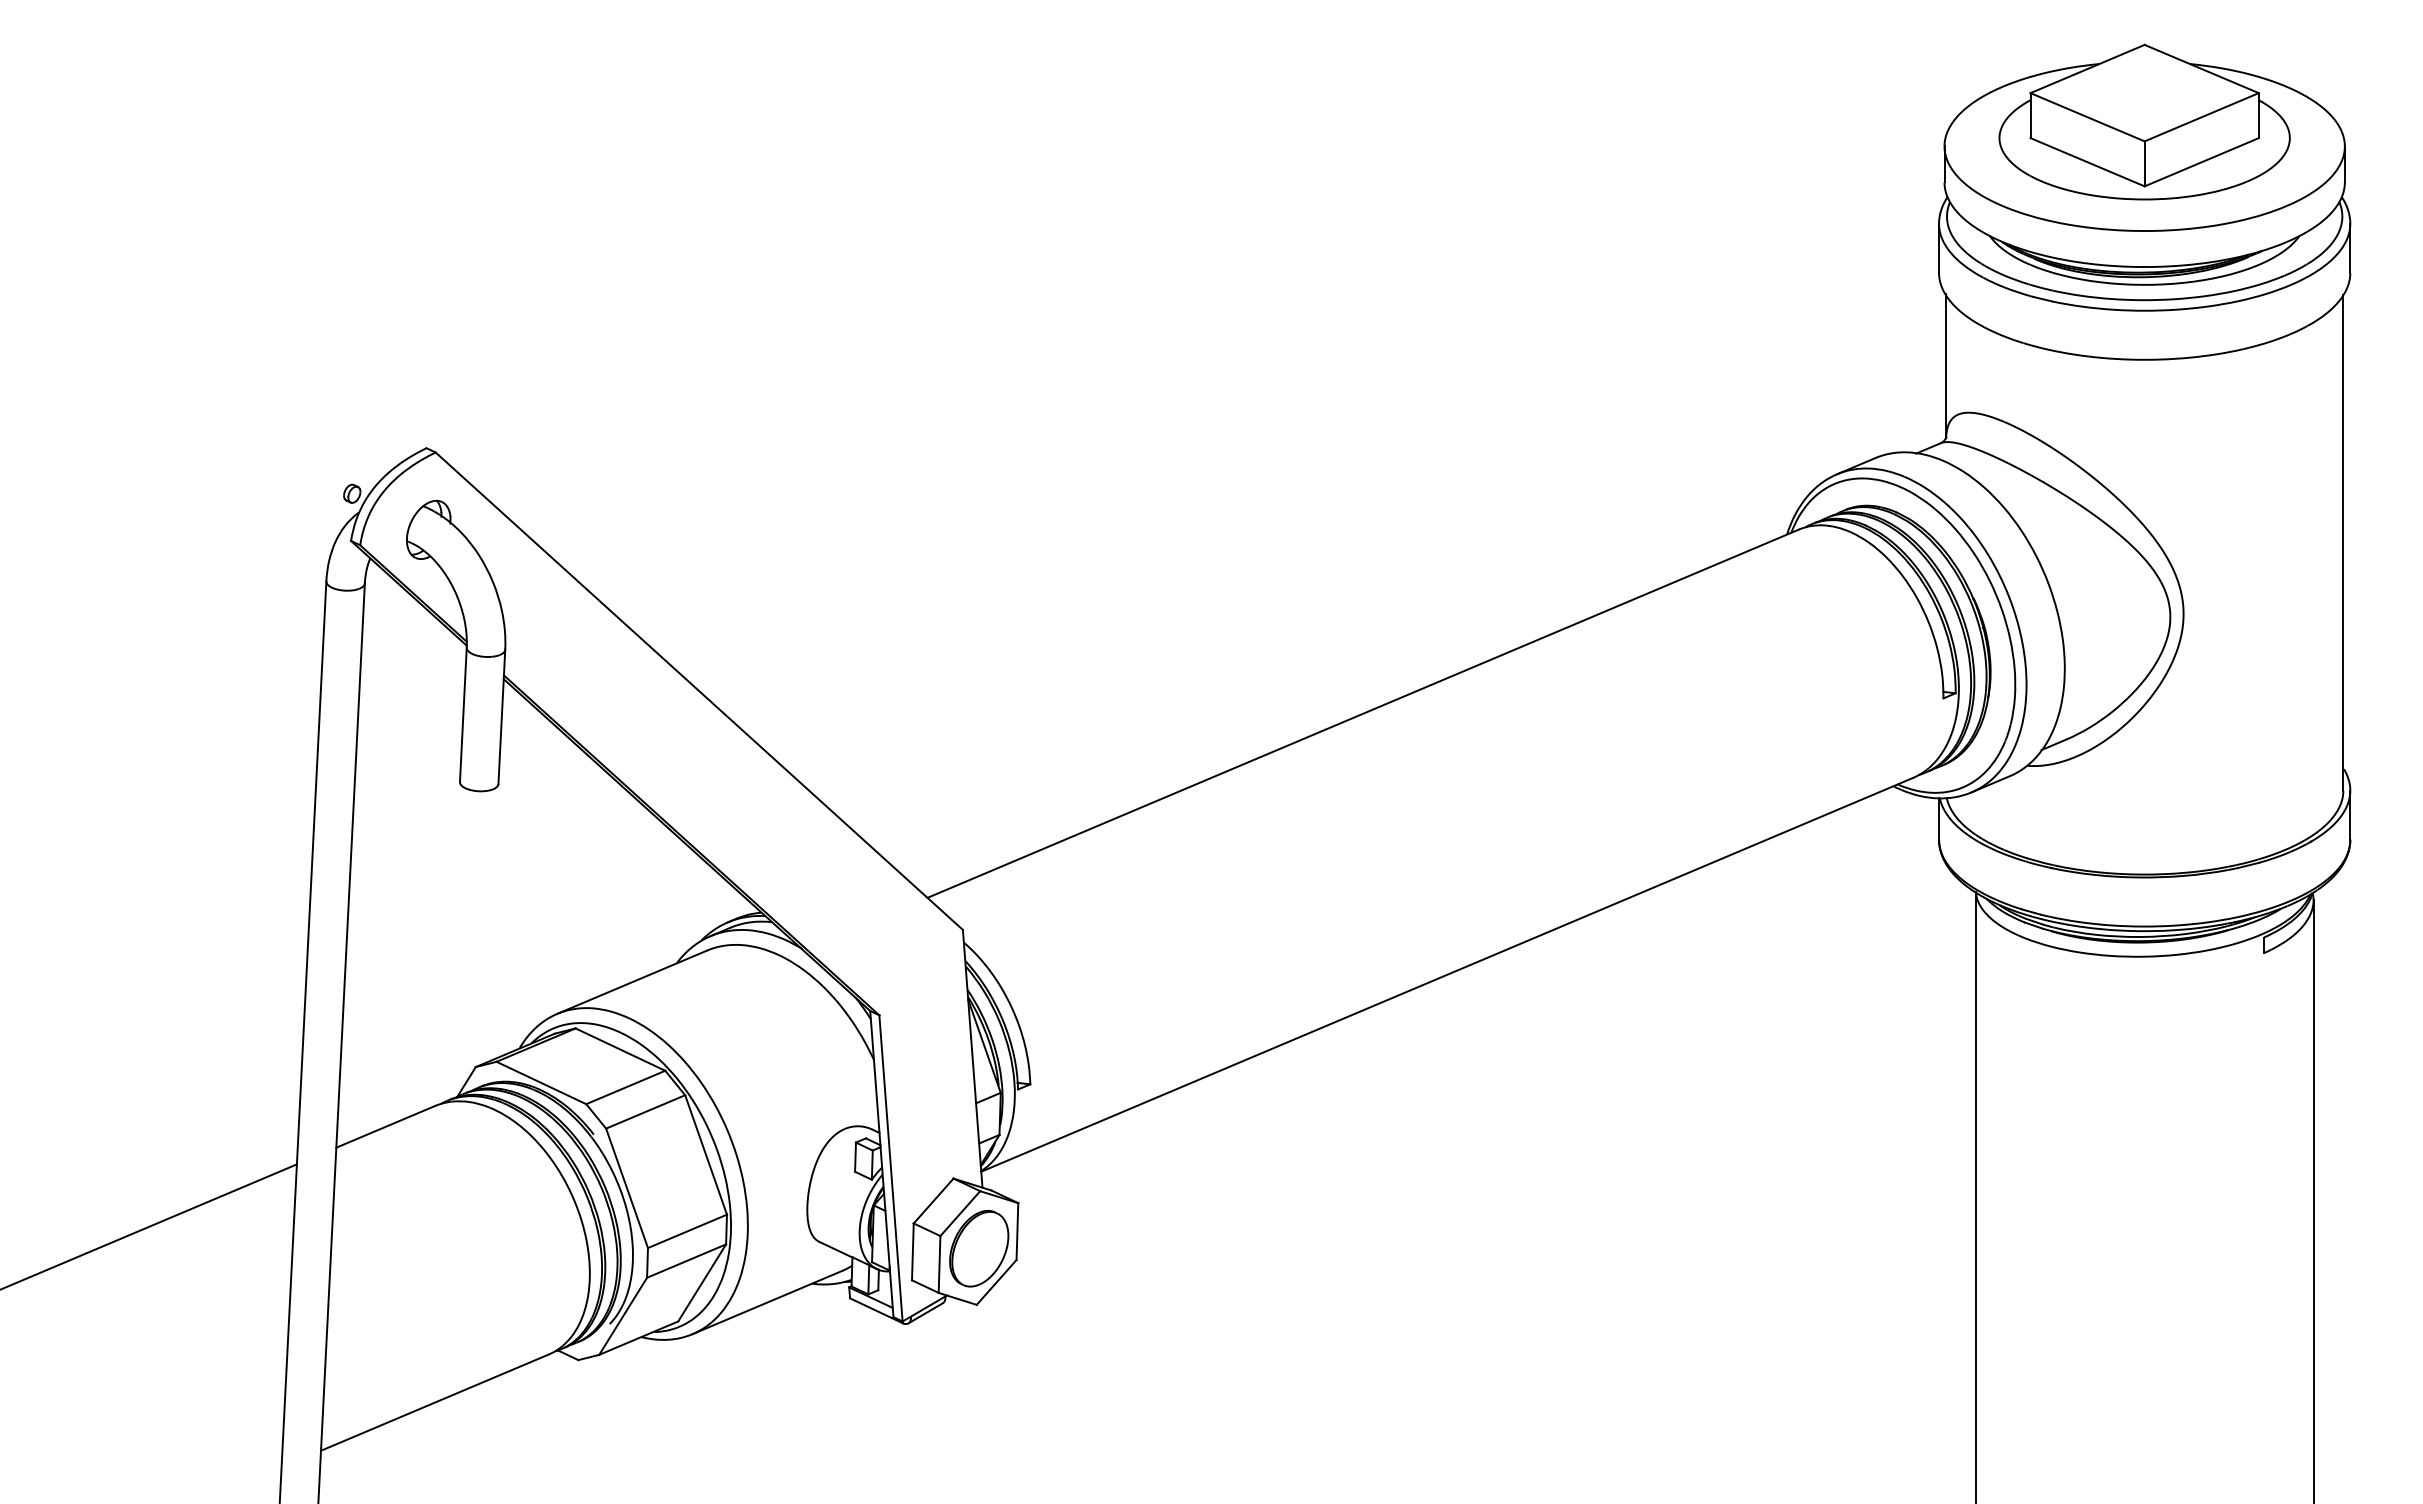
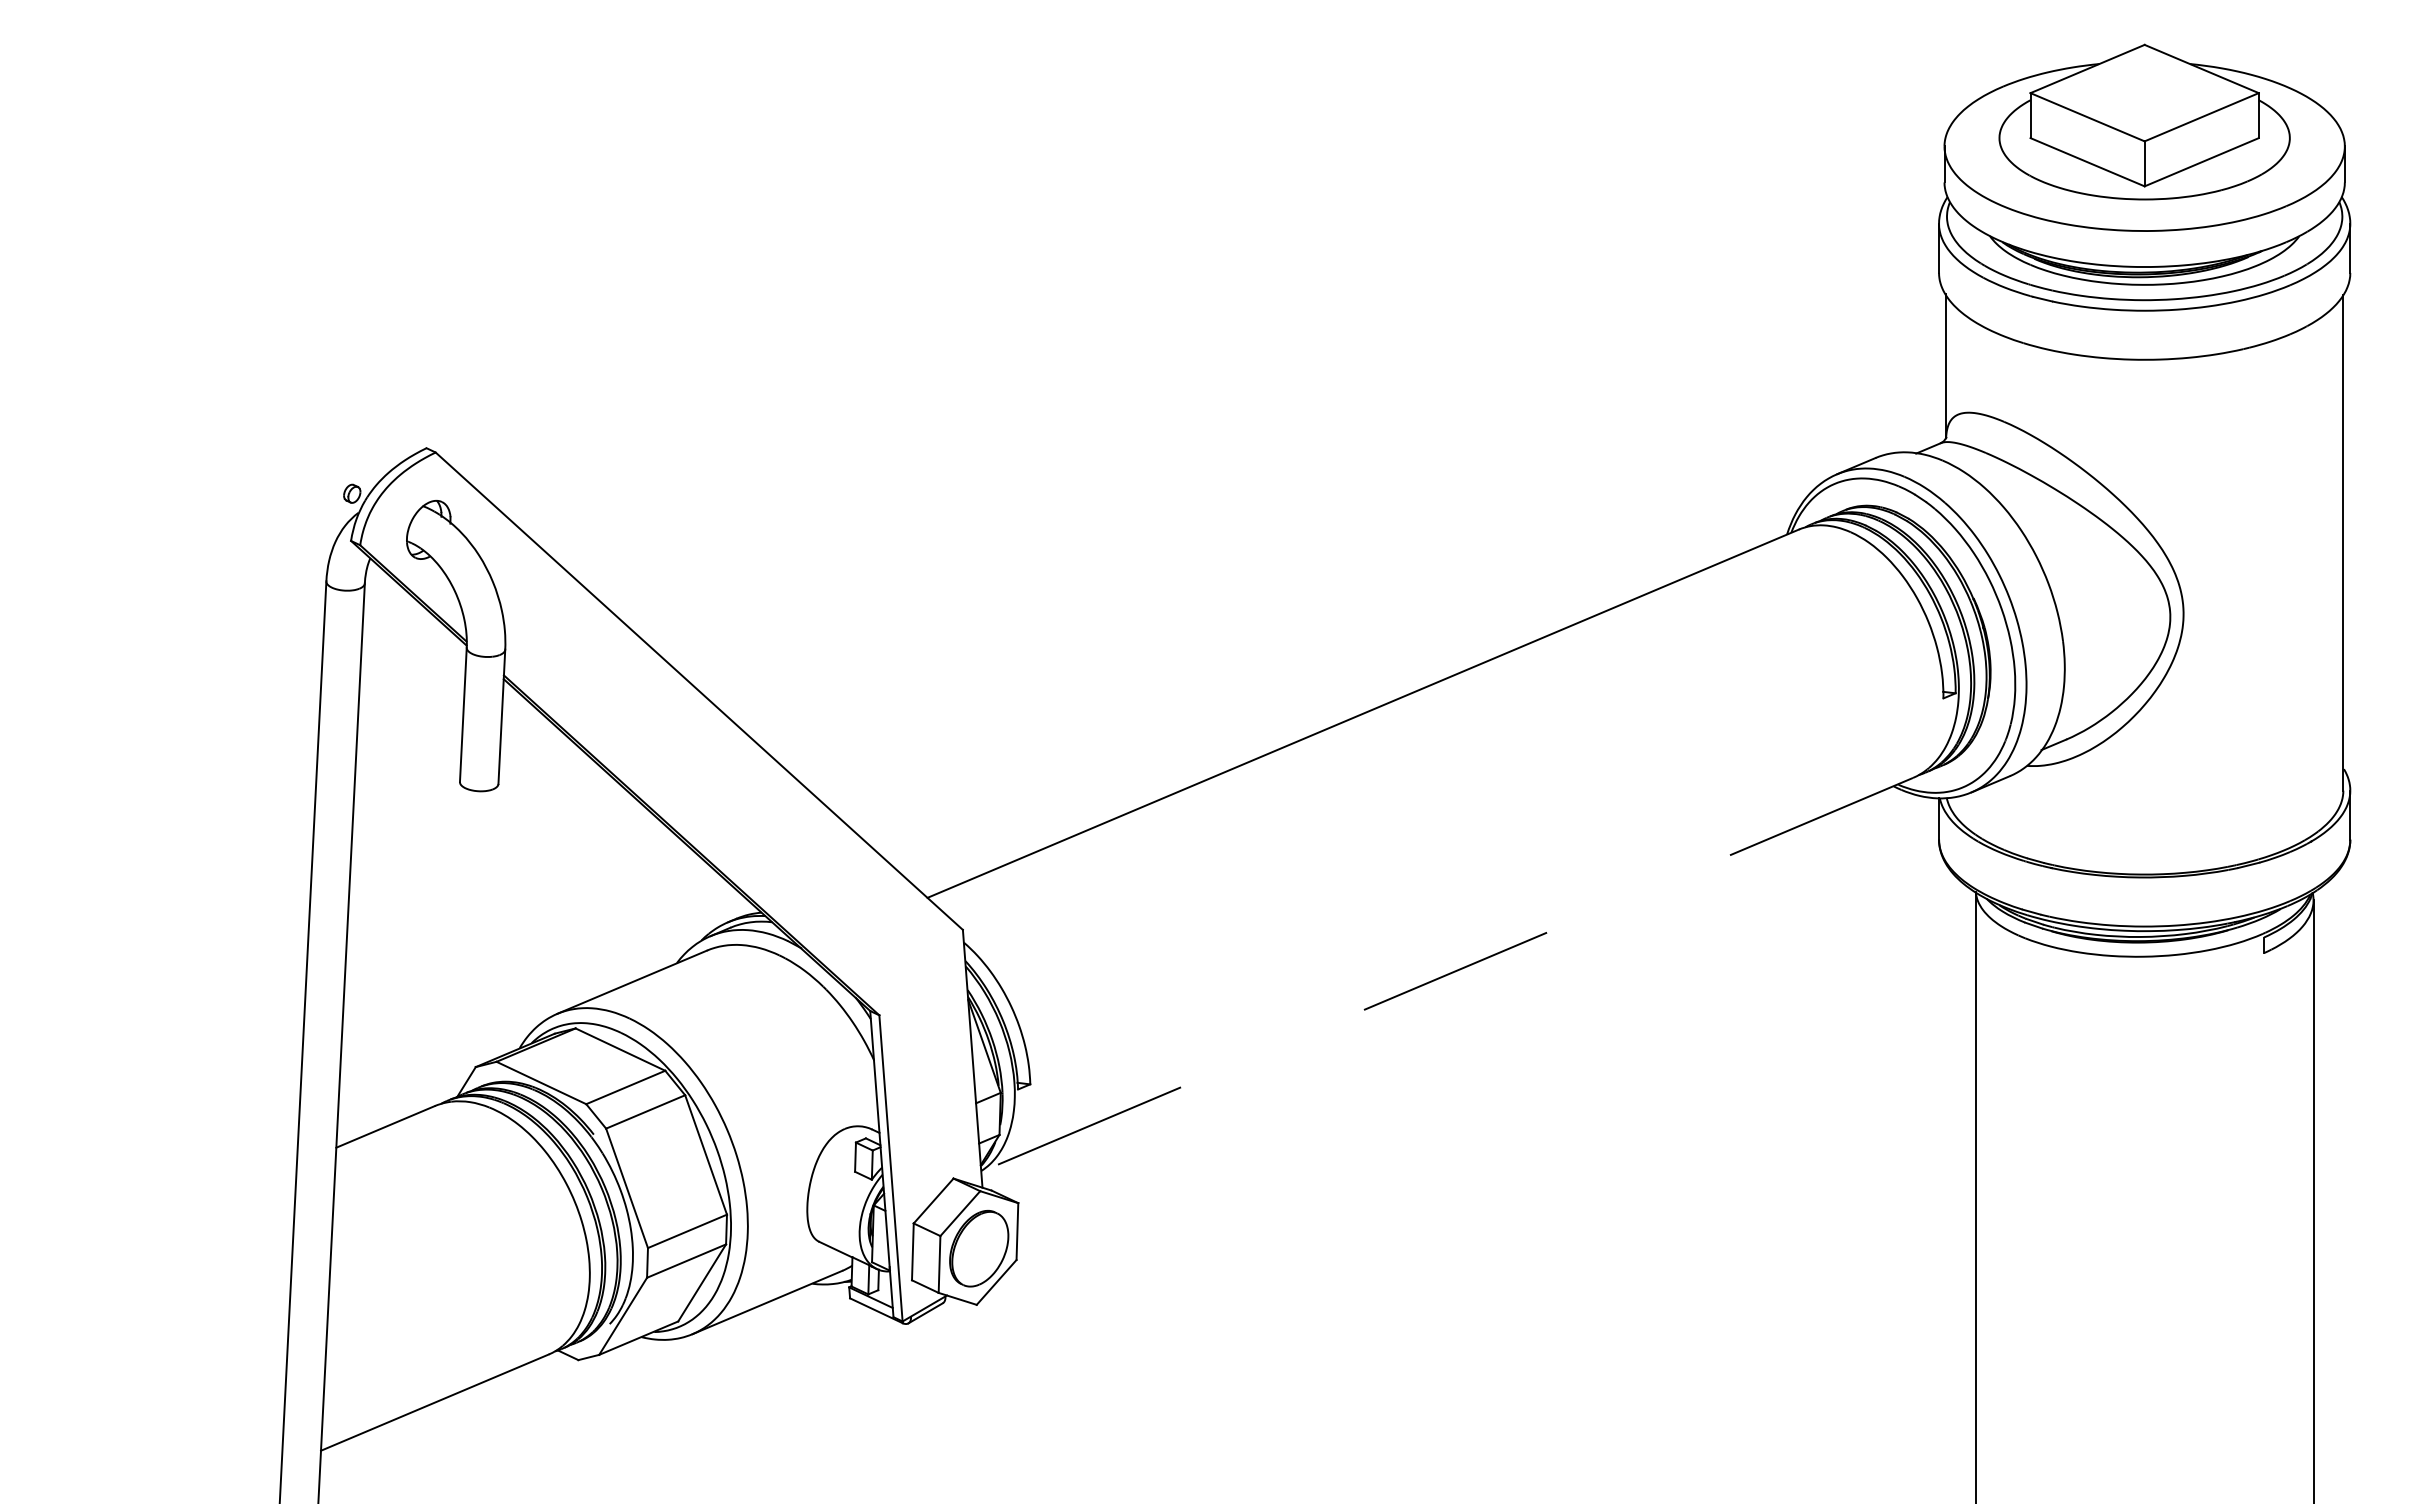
line at (1447, 974): solid -> dashed
line at (149, 1226): present -> none
